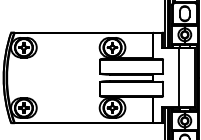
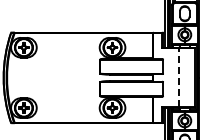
line at (178, 77): solid -> dashed
